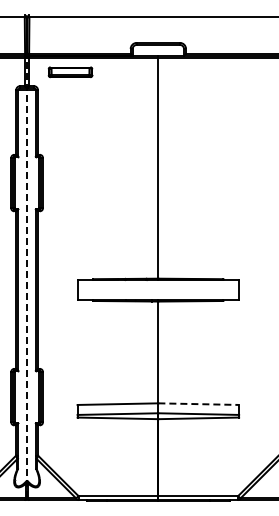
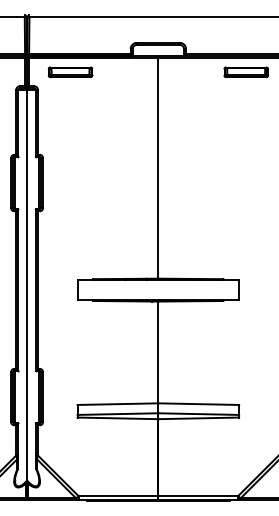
part at (245, 72): none -> present
line at (27, 277): dashed -> solid
line at (199, 404): dashed -> solid
